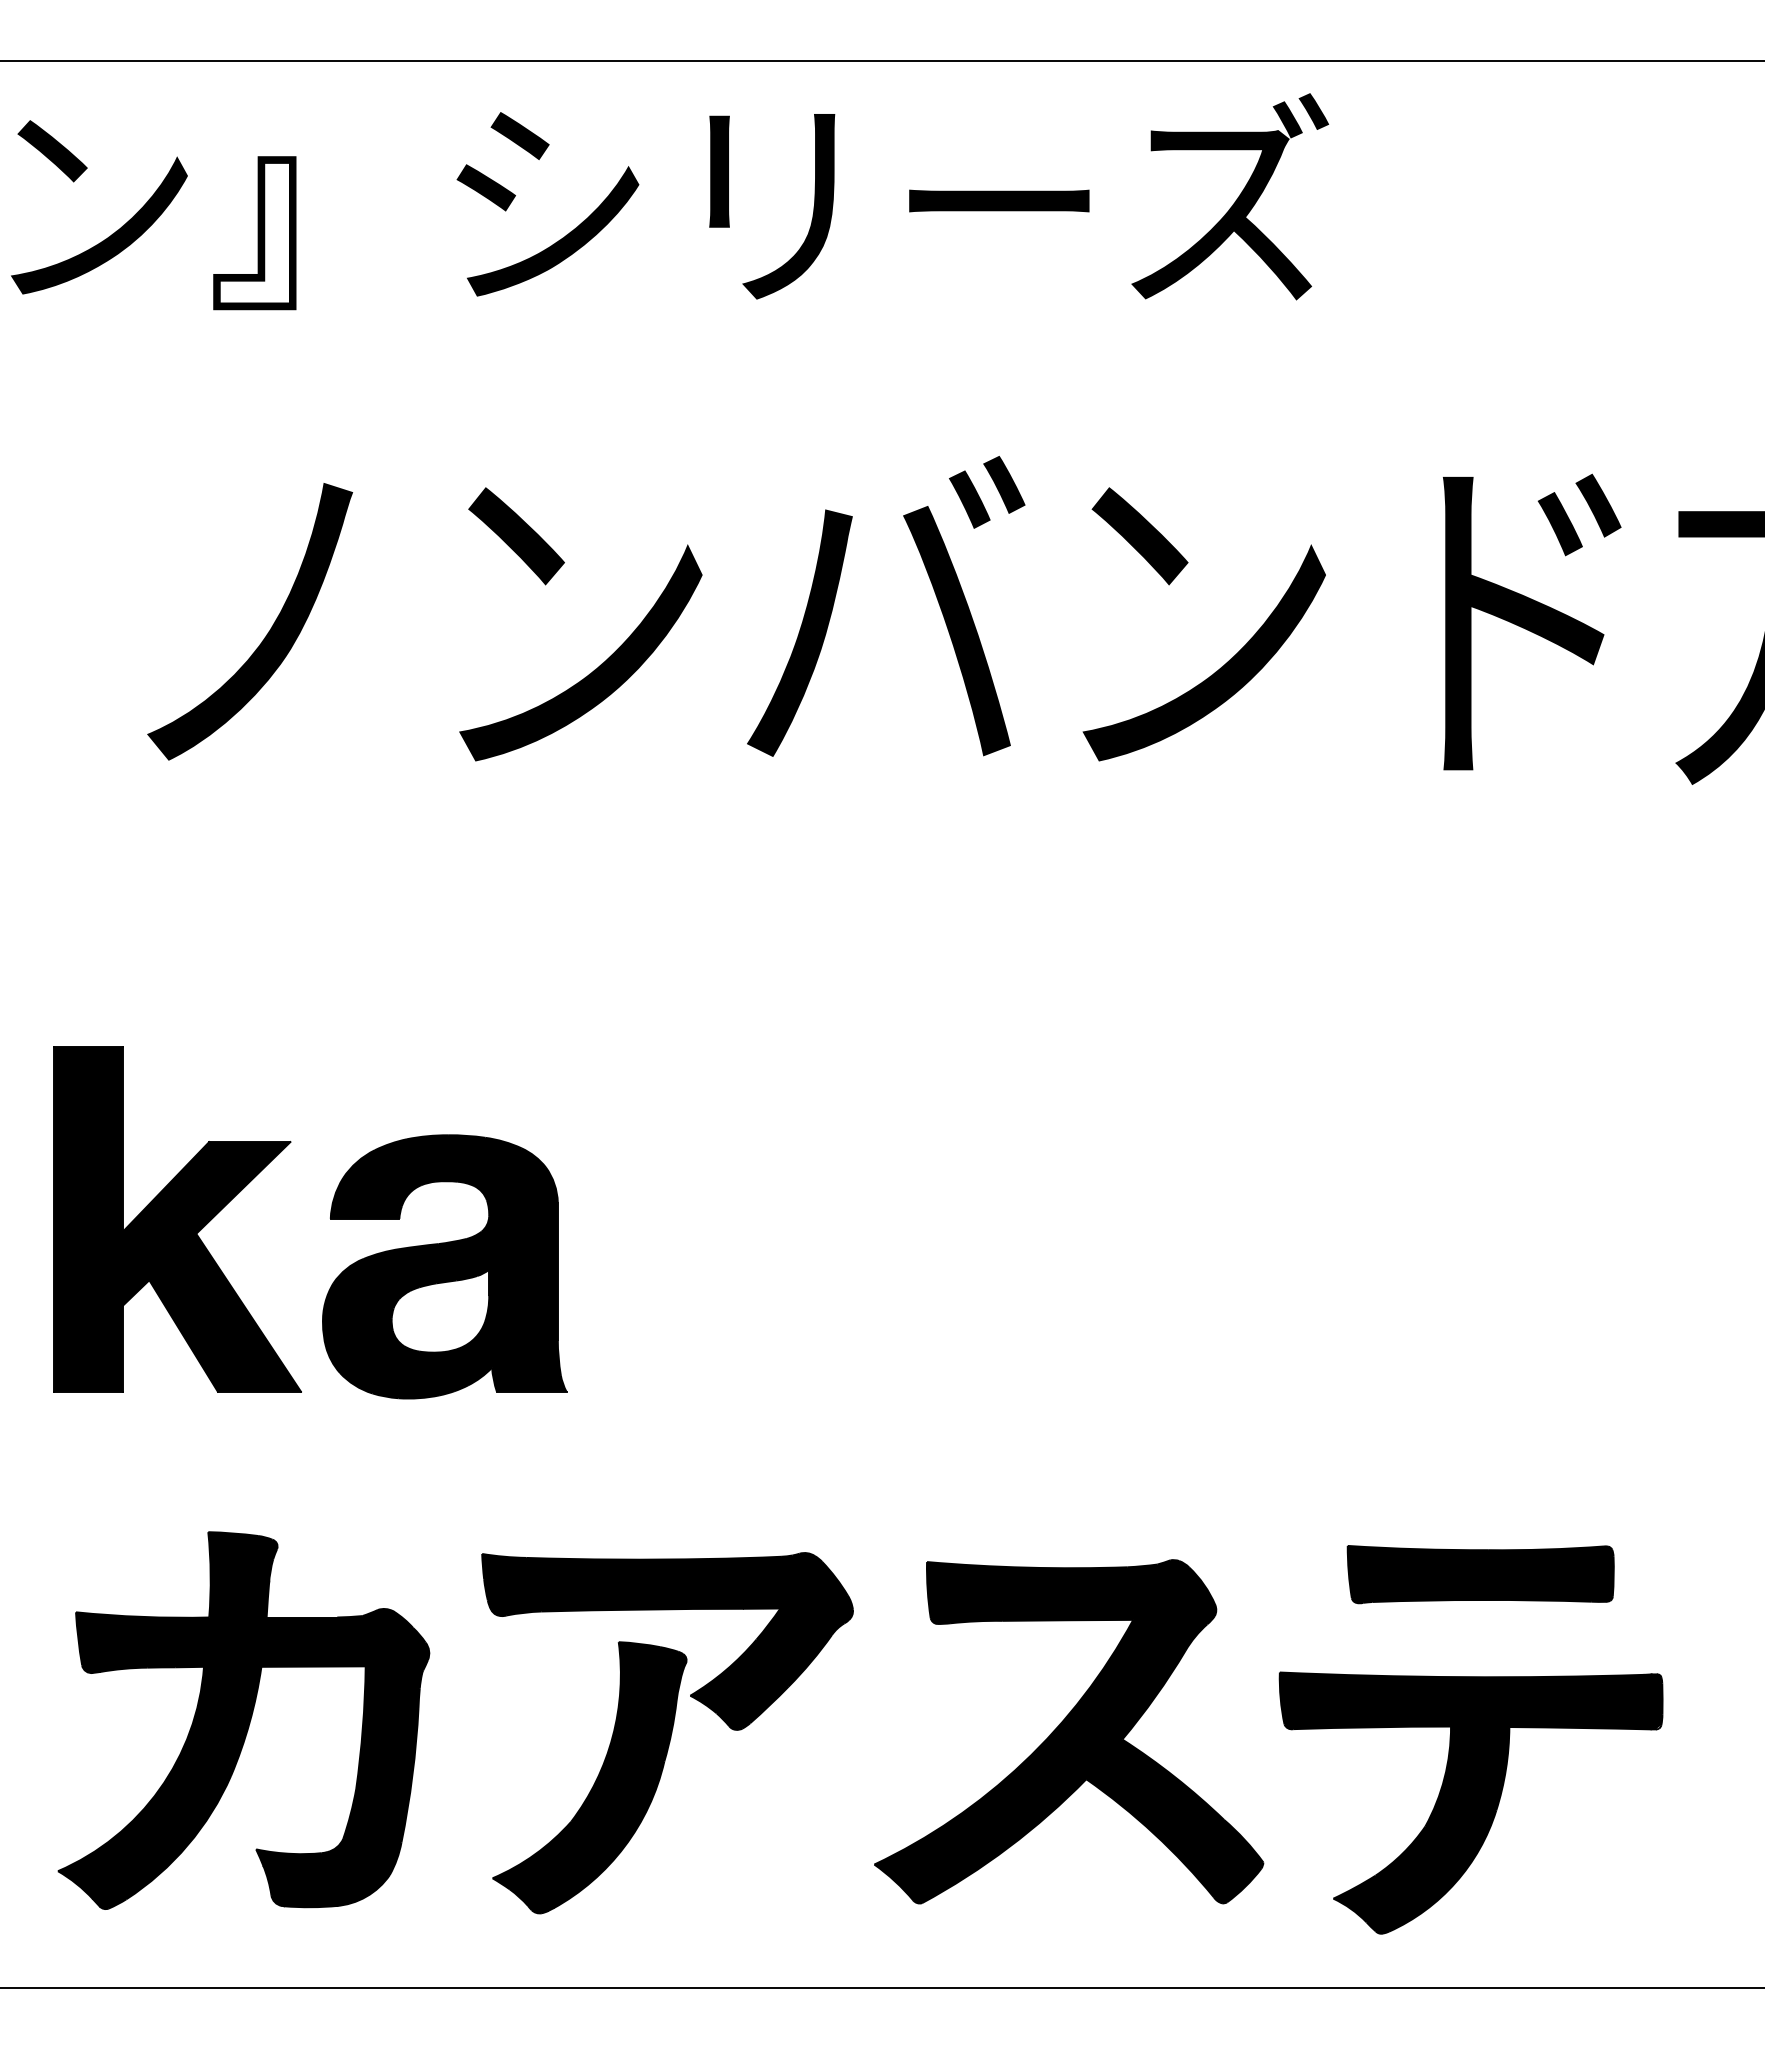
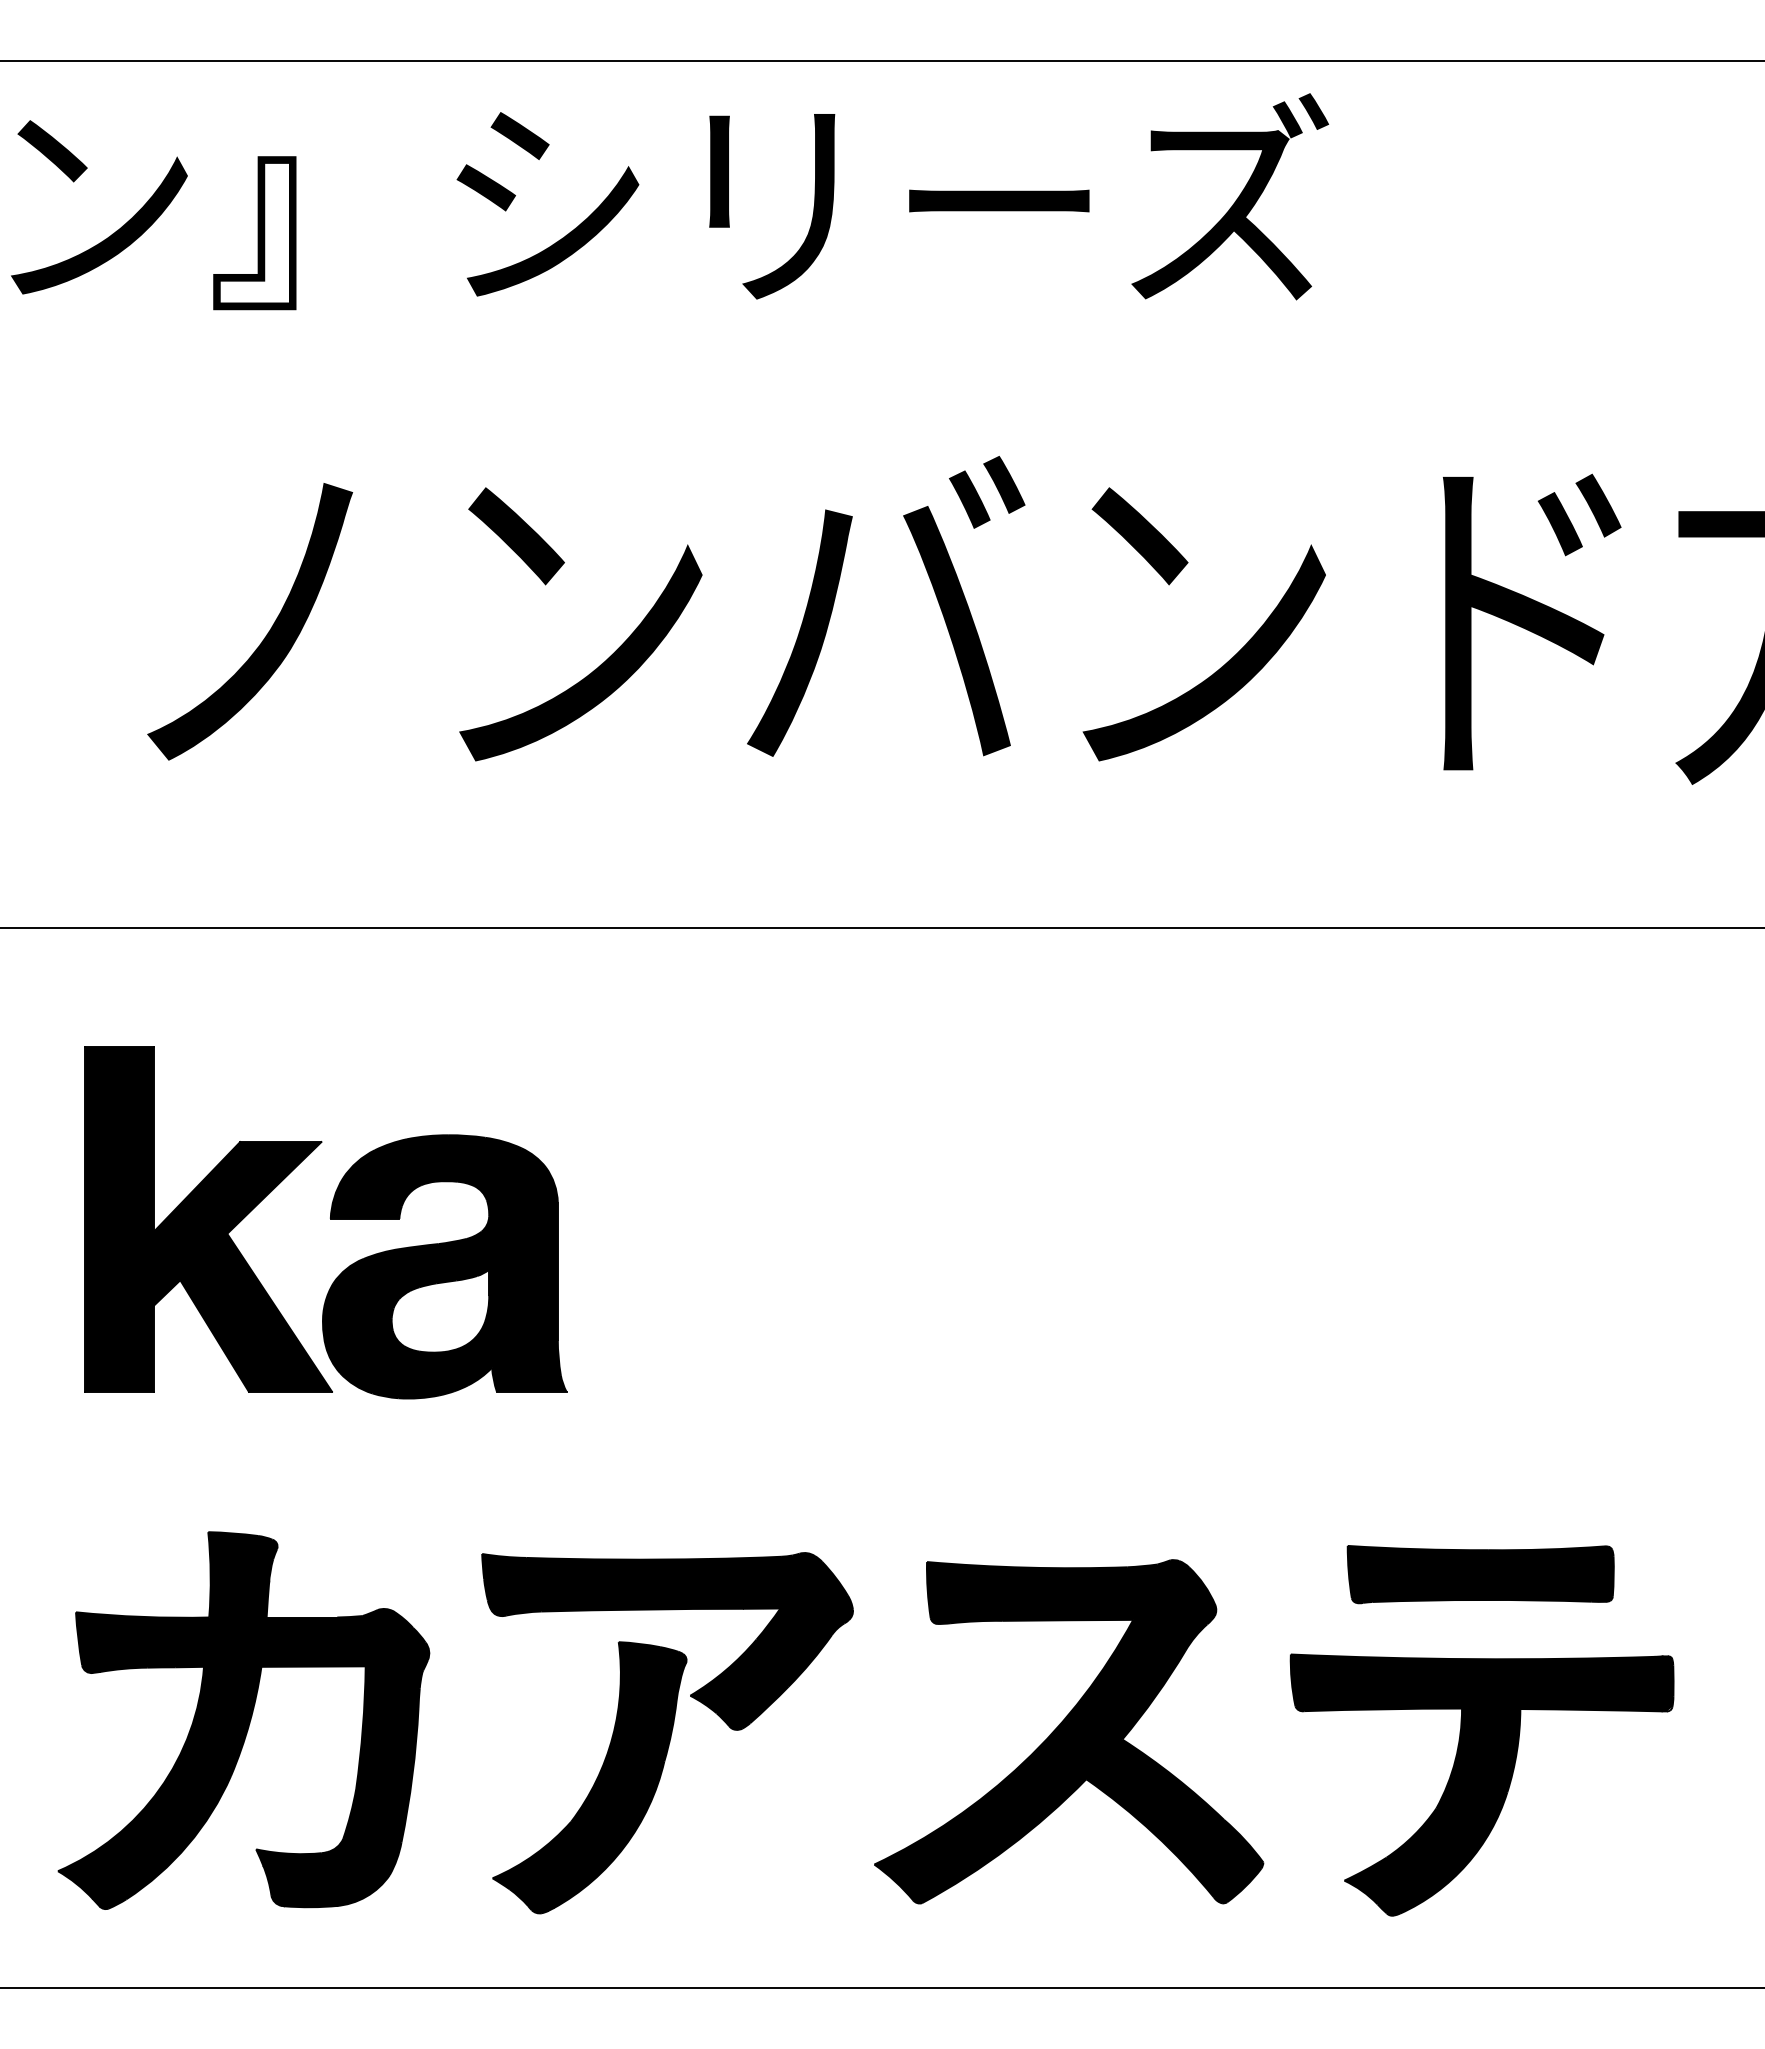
line at (881, 928): none -> present
part at (177, 1219) position: (177, 1219) -> (208, 1219)
part at (1470, 1802) position: (1470, 1802) -> (1481, 1784)
